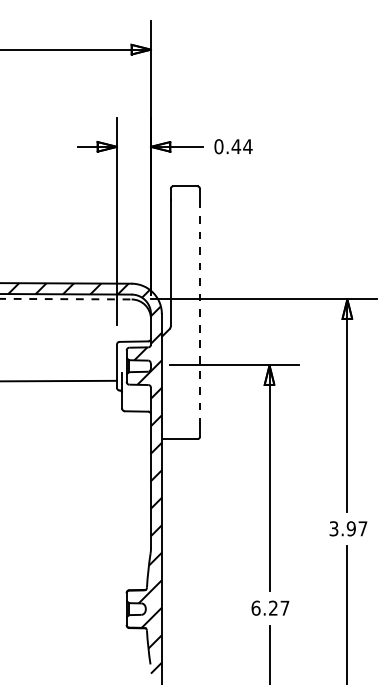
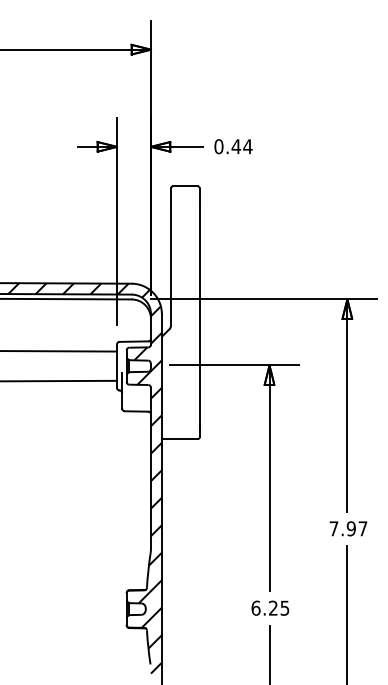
line at (66, 299): dashed -> solid
line at (199, 313): dashed -> solid
line at (59, 351): none -> present
text at (333, 528): 3.97 -> 7.97
text at (284, 607): 6.27 -> 6.25
